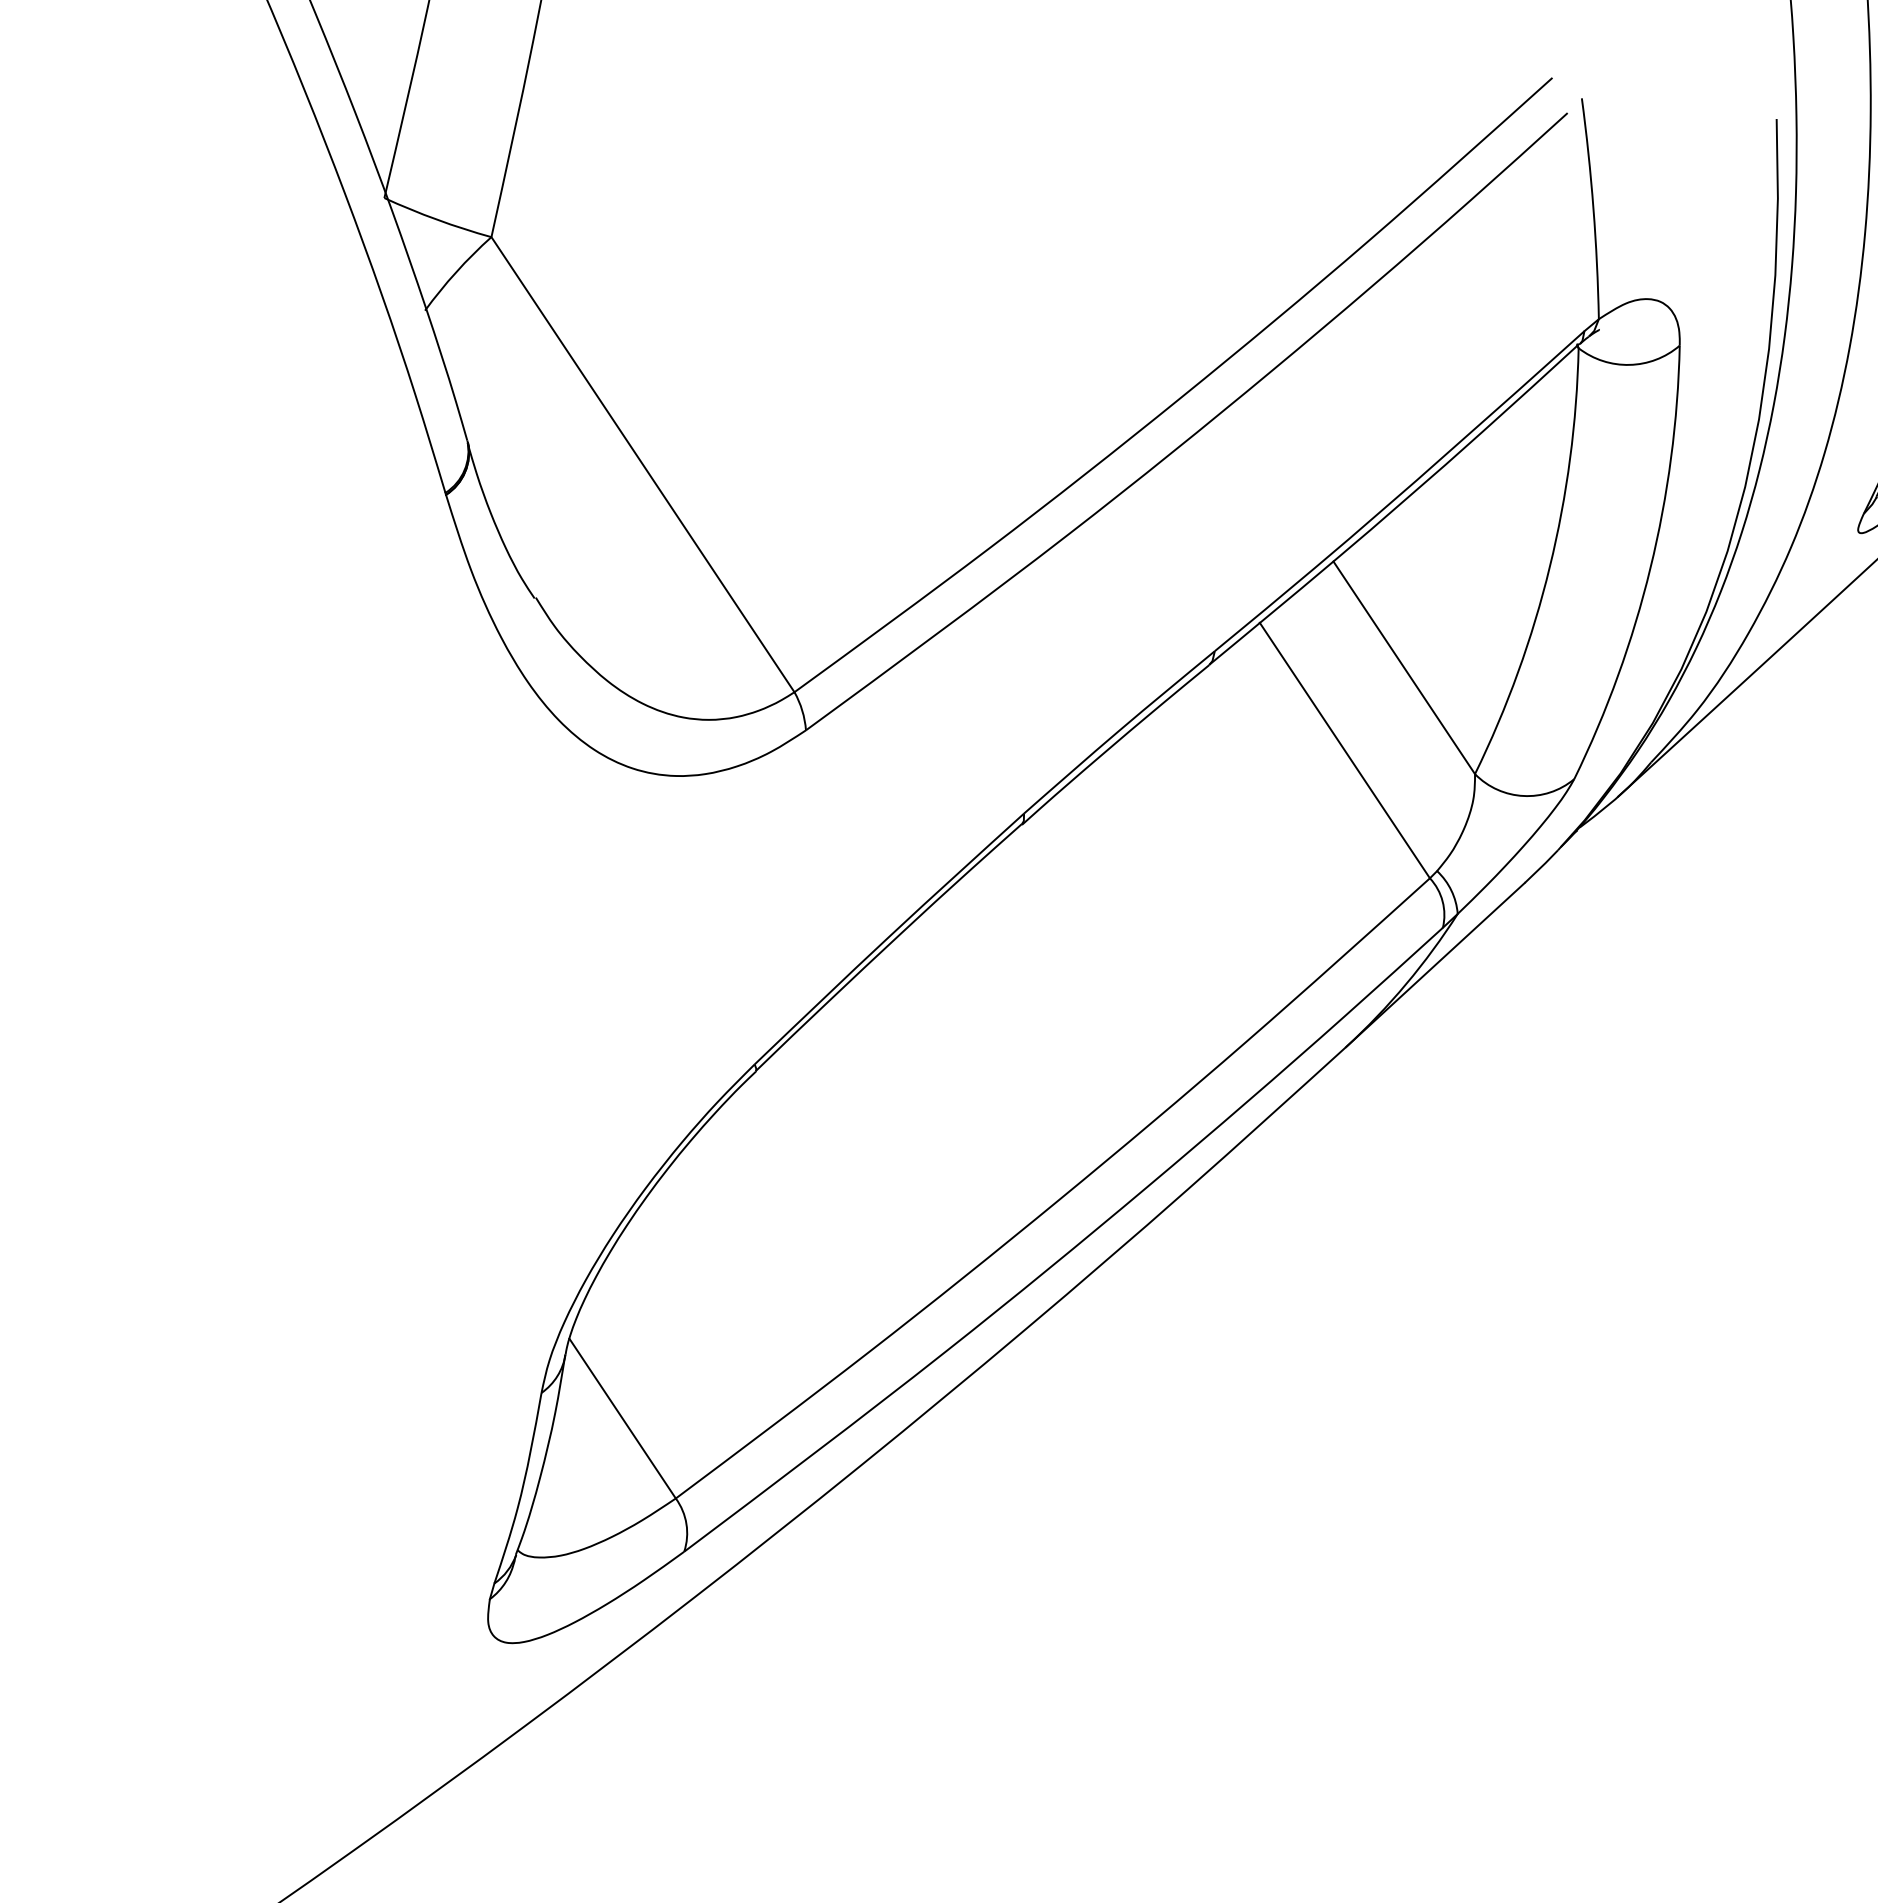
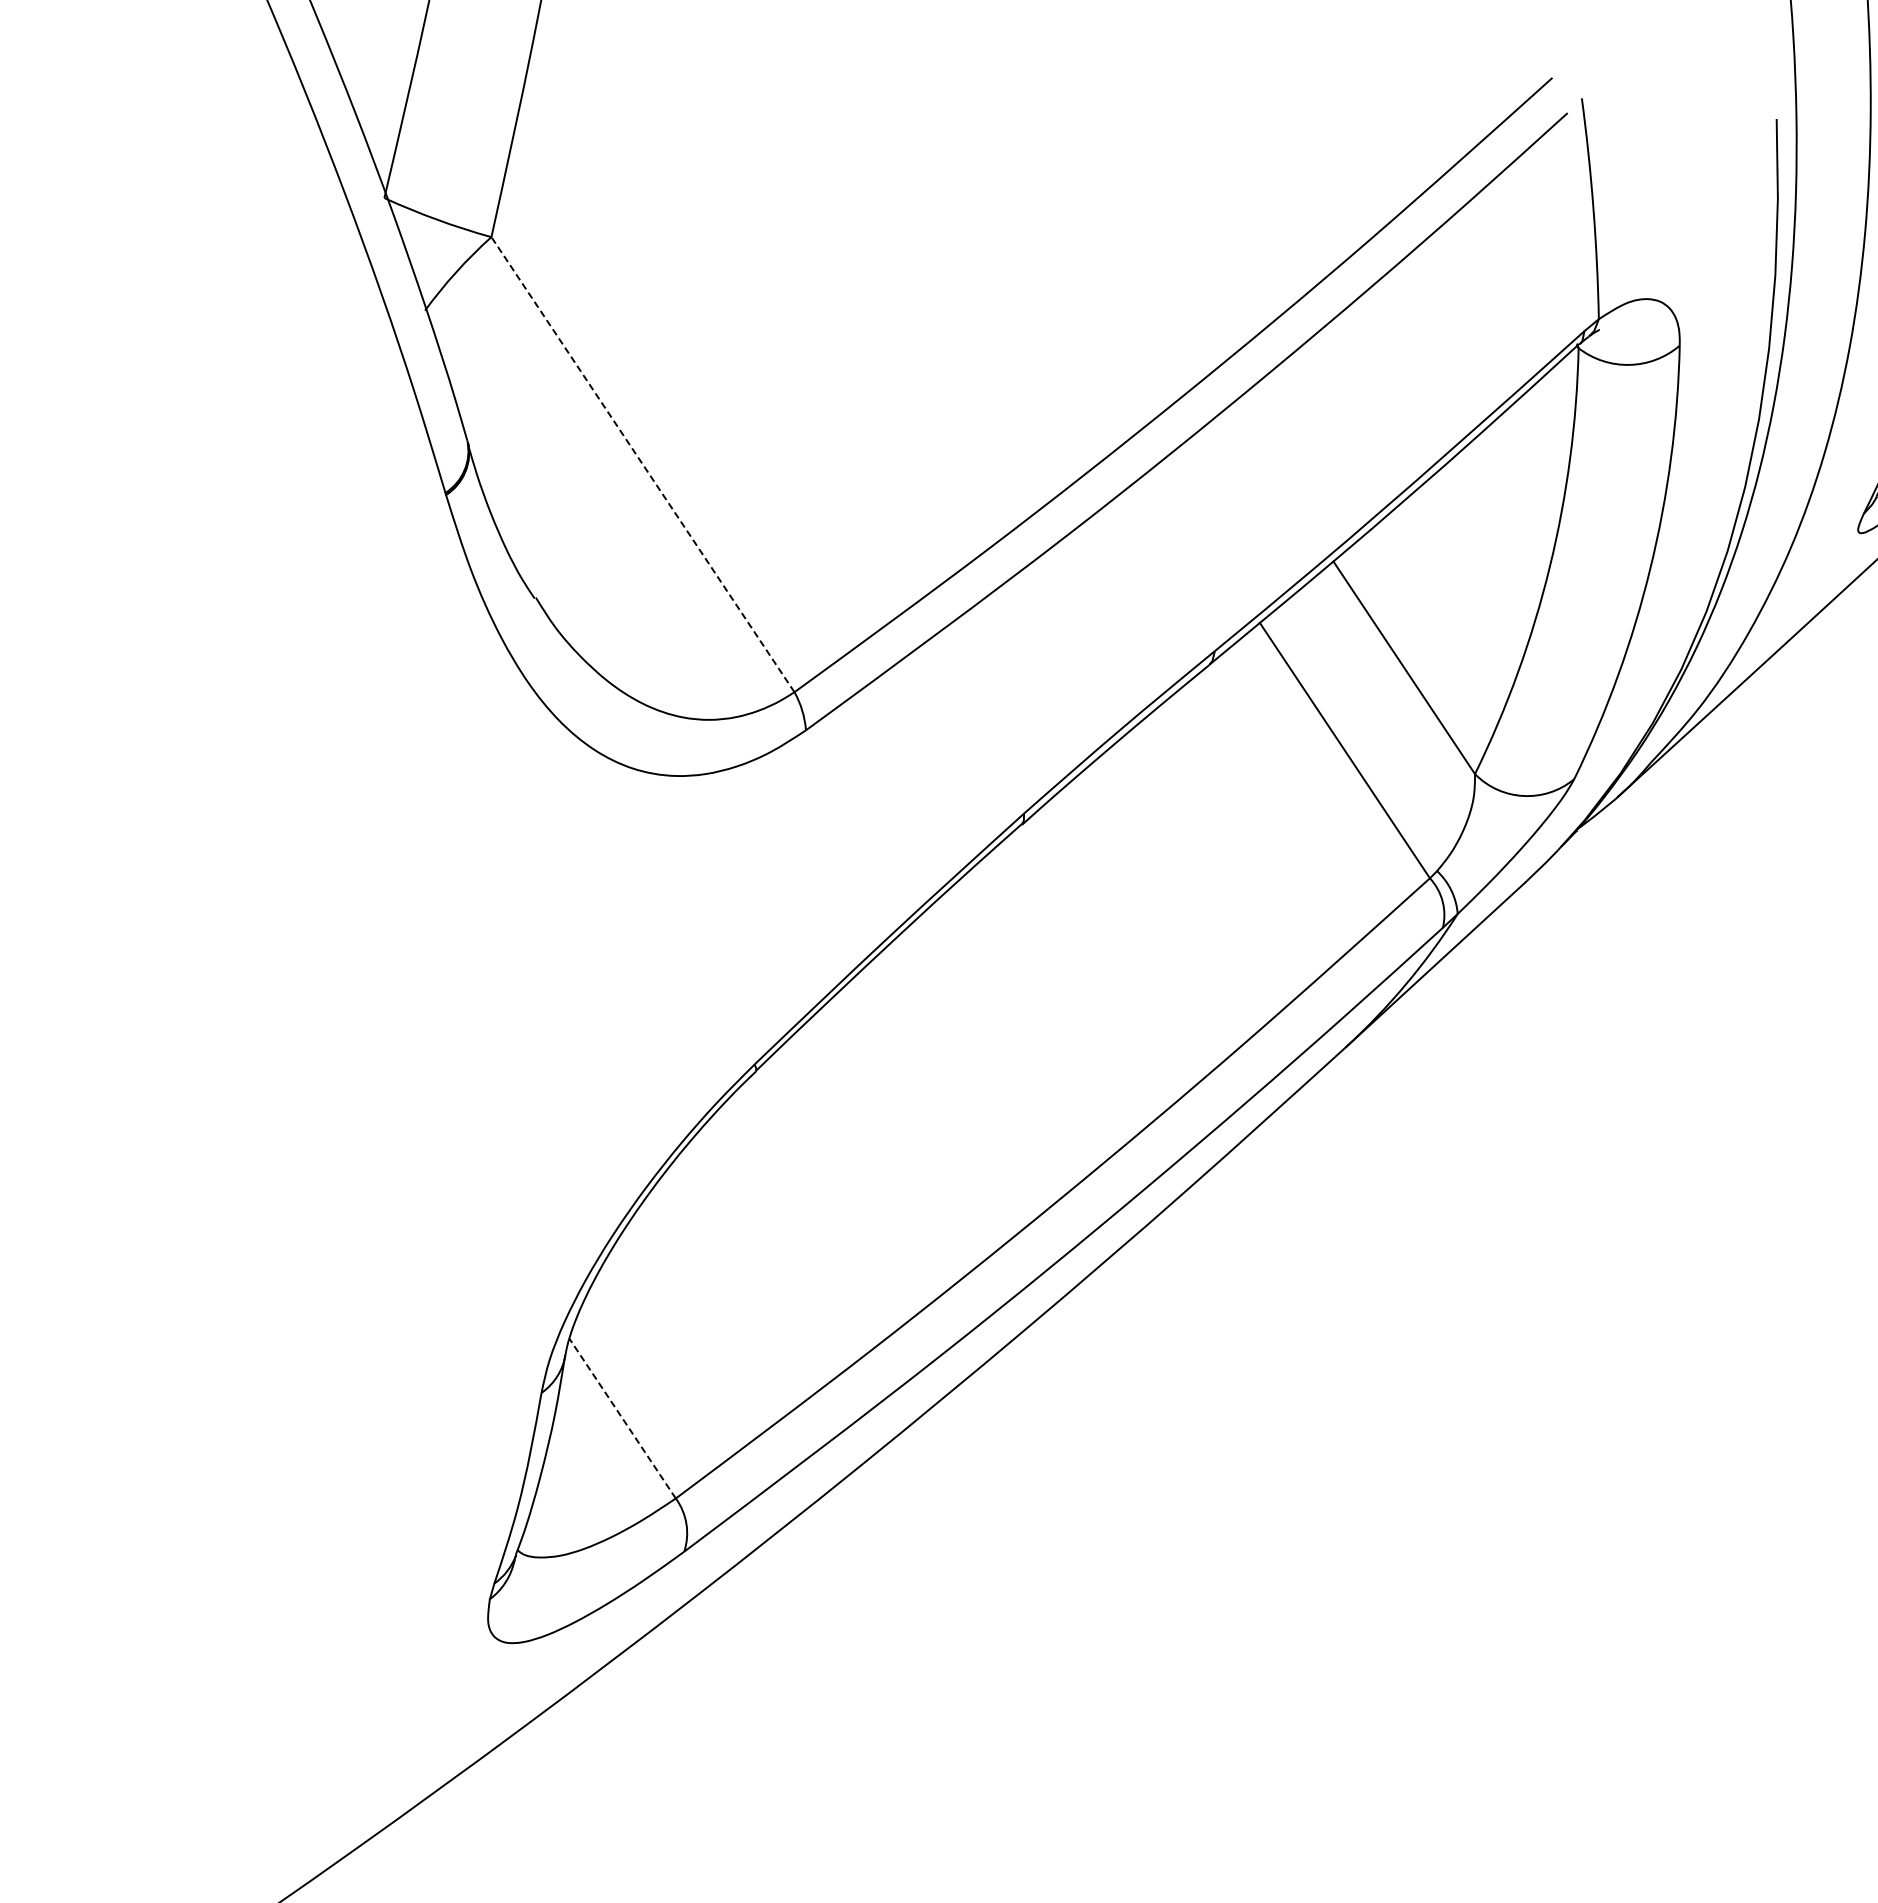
line at (642, 464): solid -> dashed
line at (622, 1418): solid -> dashed
